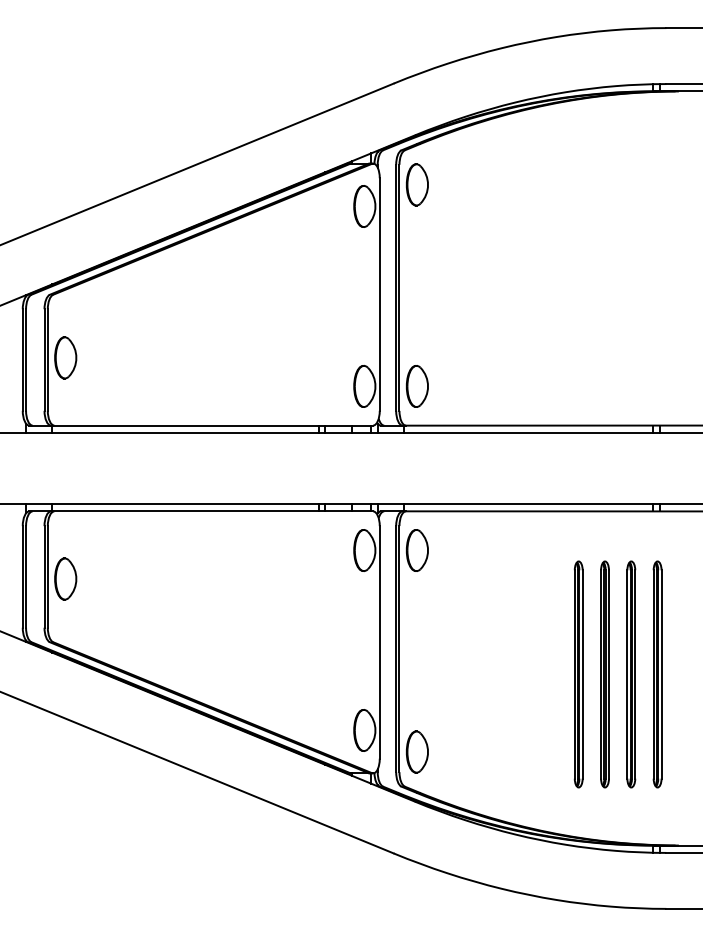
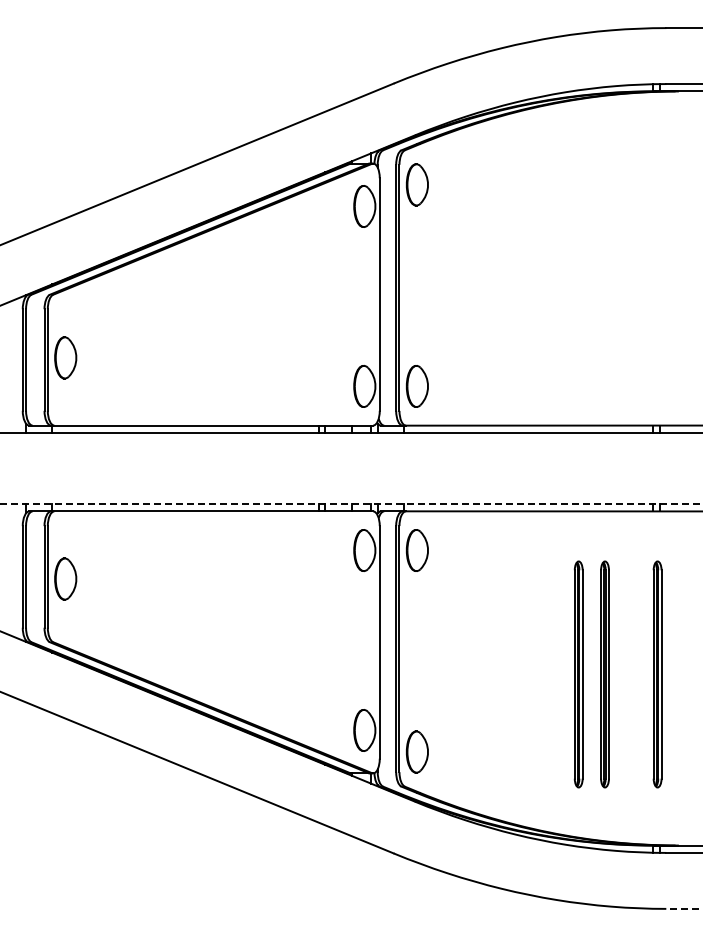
line at (351, 504): solid -> dashed
part at (631, 674): present -> none
line at (684, 908): solid -> dashed
